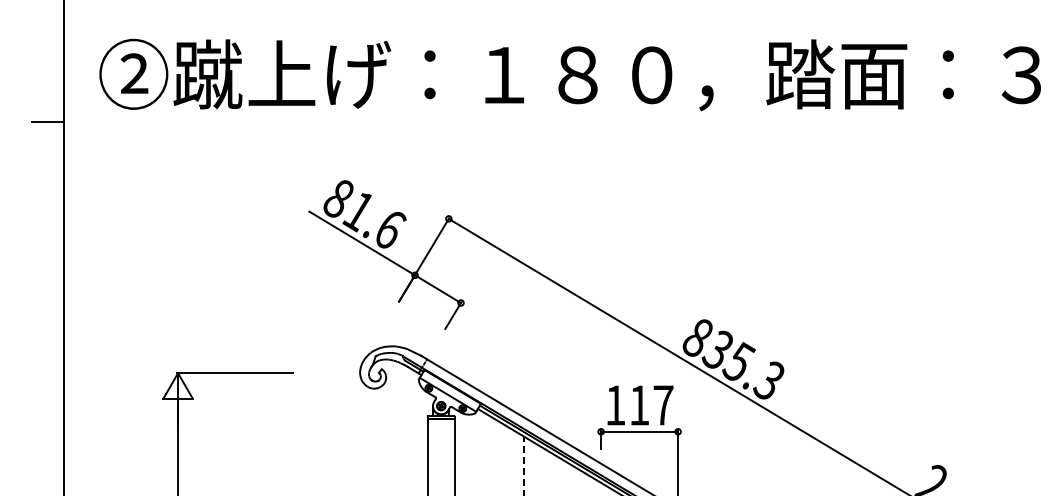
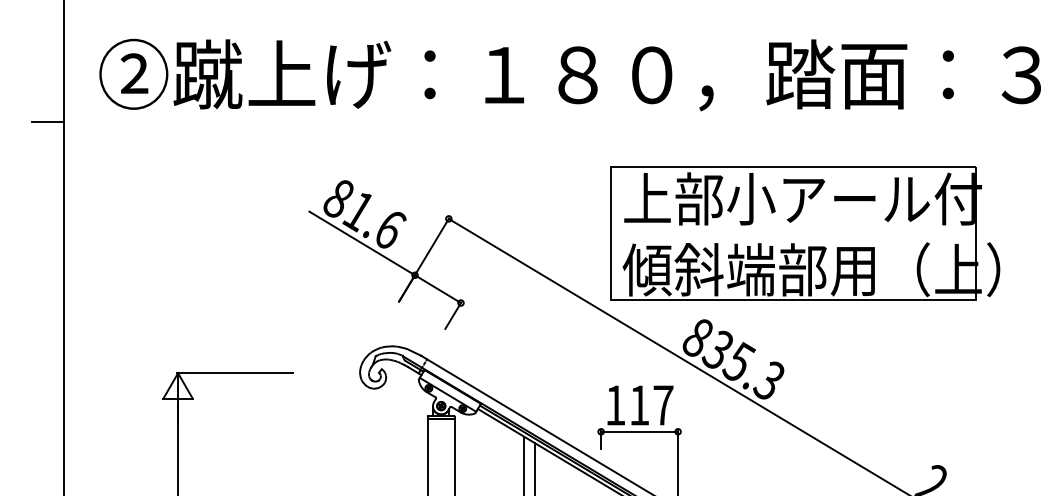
part at (805, 233): none -> present
line at (524, 465): dashed -> solid
line at (535, 467): none -> present
